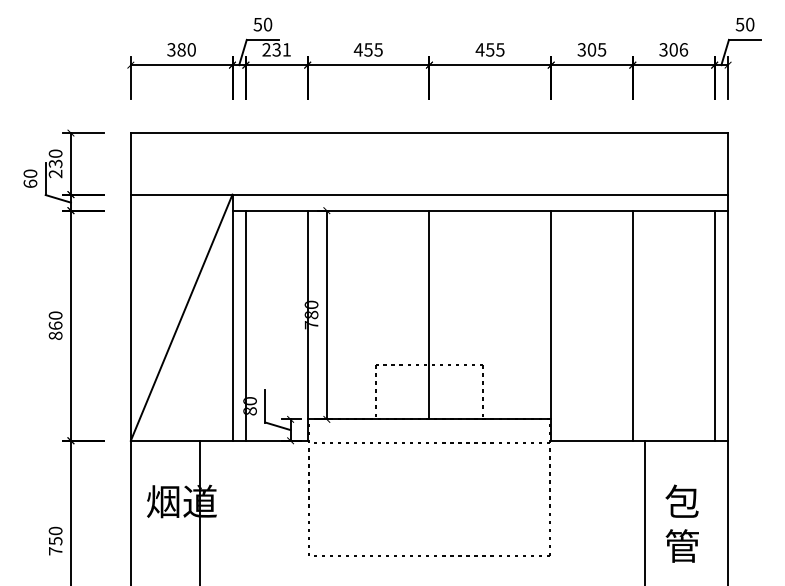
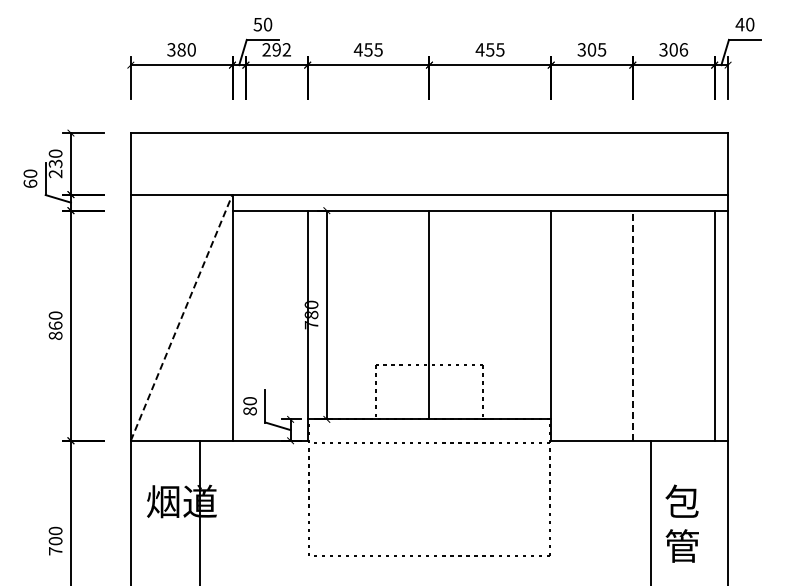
text at (739, 24): 50 -> 40
text at (281, 49): 231 -> 292
line at (181, 317): solid -> dashed
line at (245, 325): present -> none
line at (632, 325): solid -> dashed
line at (645, 511) position: (645, 511) -> (651, 511)
text at (55, 541): 750 -> 700
